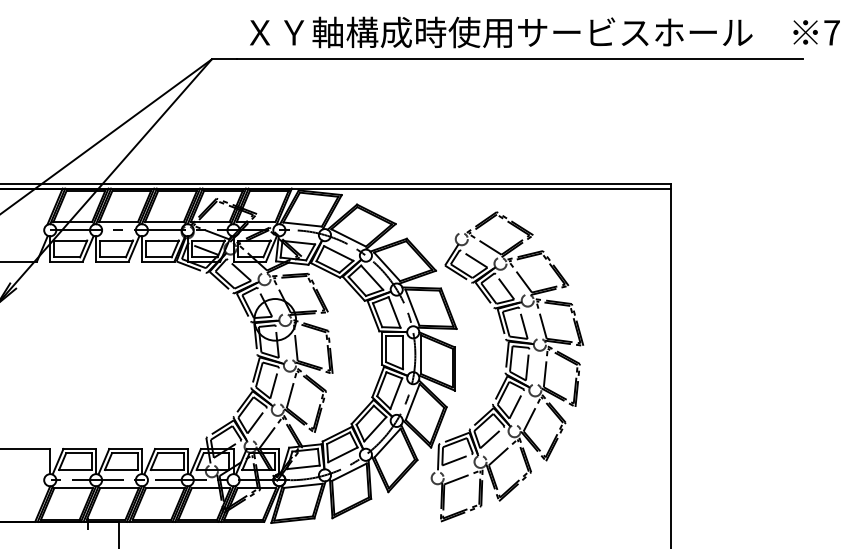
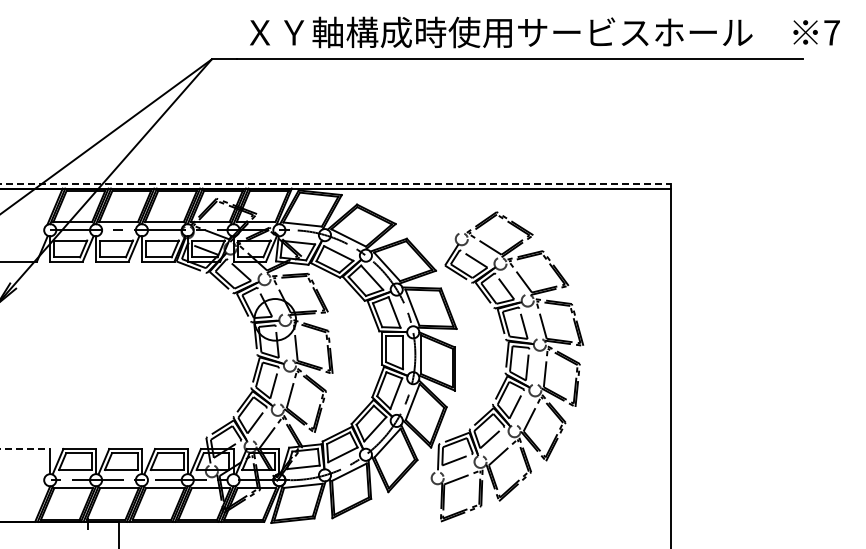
line at (336, 184): solid -> dashed
line at (25, 448): solid -> dashed
